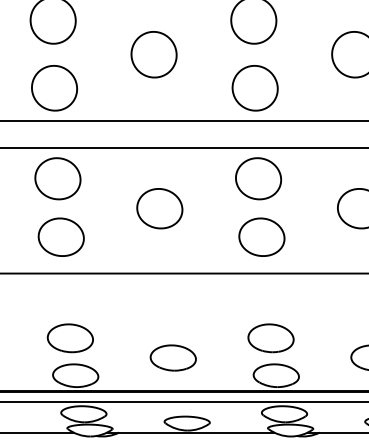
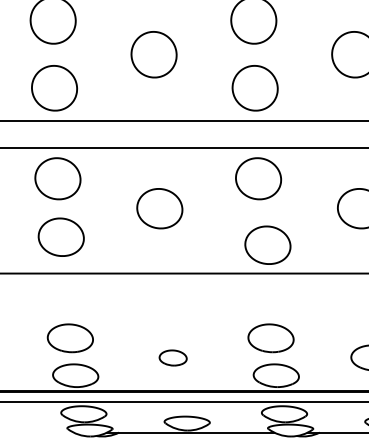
part at (261, 236) position: (261, 236) -> (267, 244)
part at (172, 357) size: 48x28 px -> 30x18 px
line at (37, 432): present -> none
